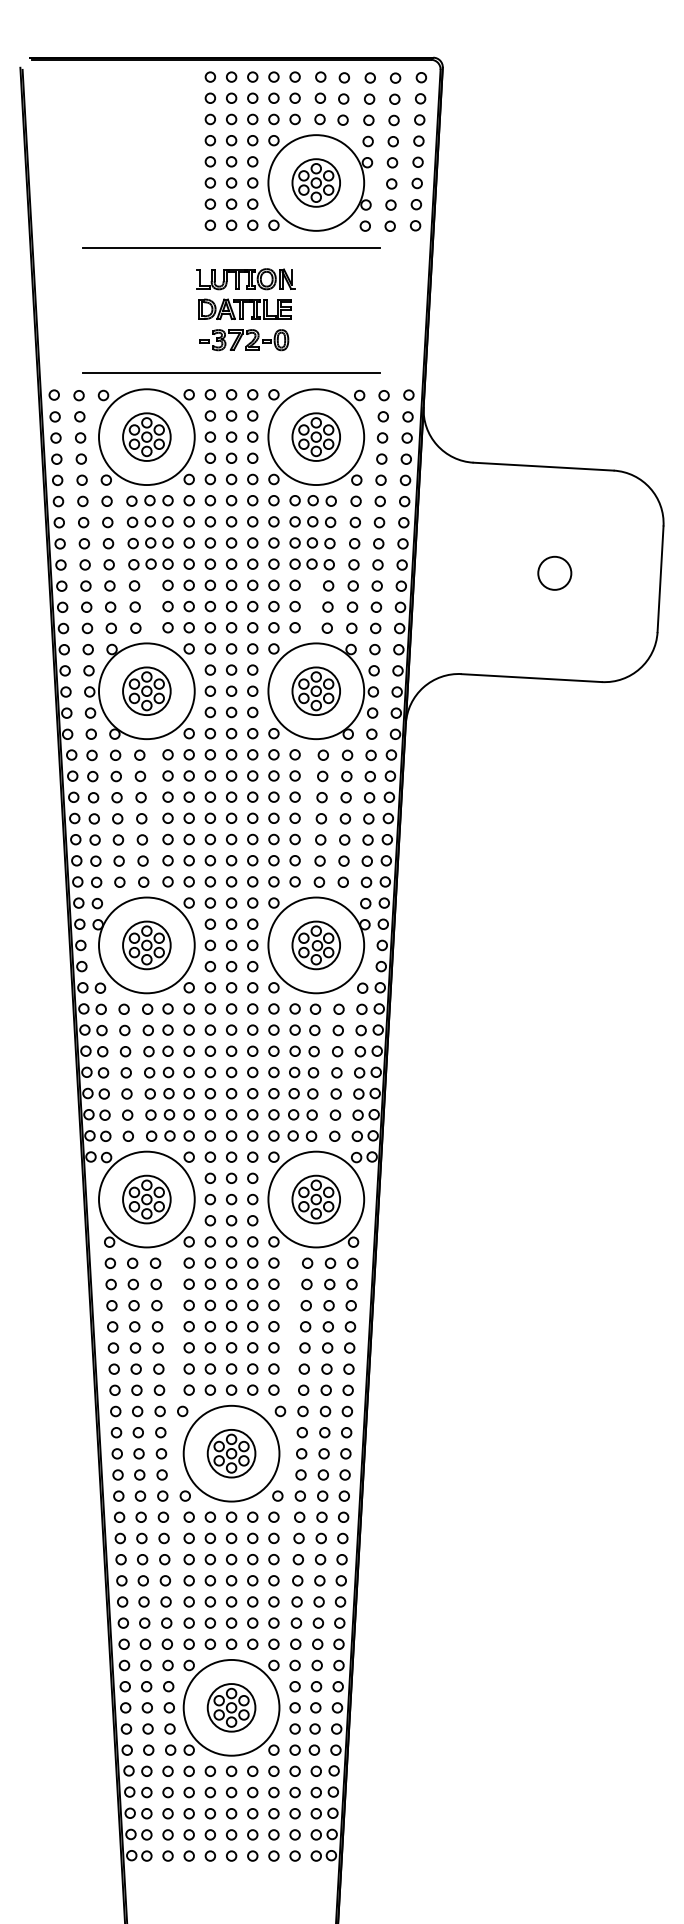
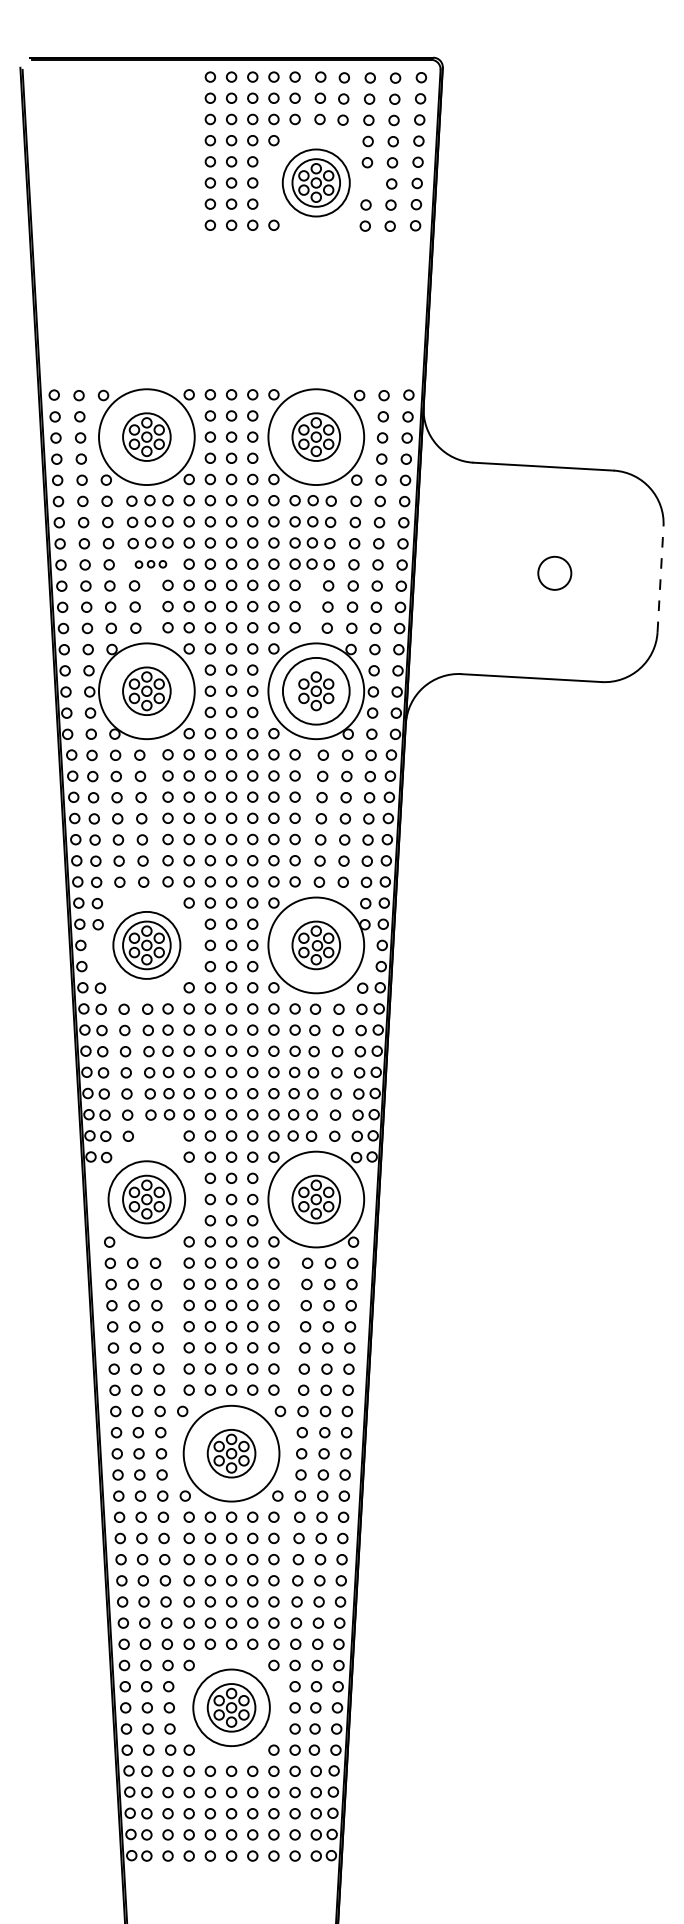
circle at (316, 182) diameter: 96 px -> 67 px
part at (231, 310): present -> none
part at (150, 564) size: 46x13 px -> 34x9 px
line at (660, 579): solid -> dashed
circle at (316, 691) diameter: 48 px -> 67 px
circle at (146, 945) diameter: 96 px -> 67 px
part at (160, 1135): present -> none
circle at (146, 1199) diameter: 96 px -> 77 px
circle at (231, 1707) diameter: 96 px -> 77 px
